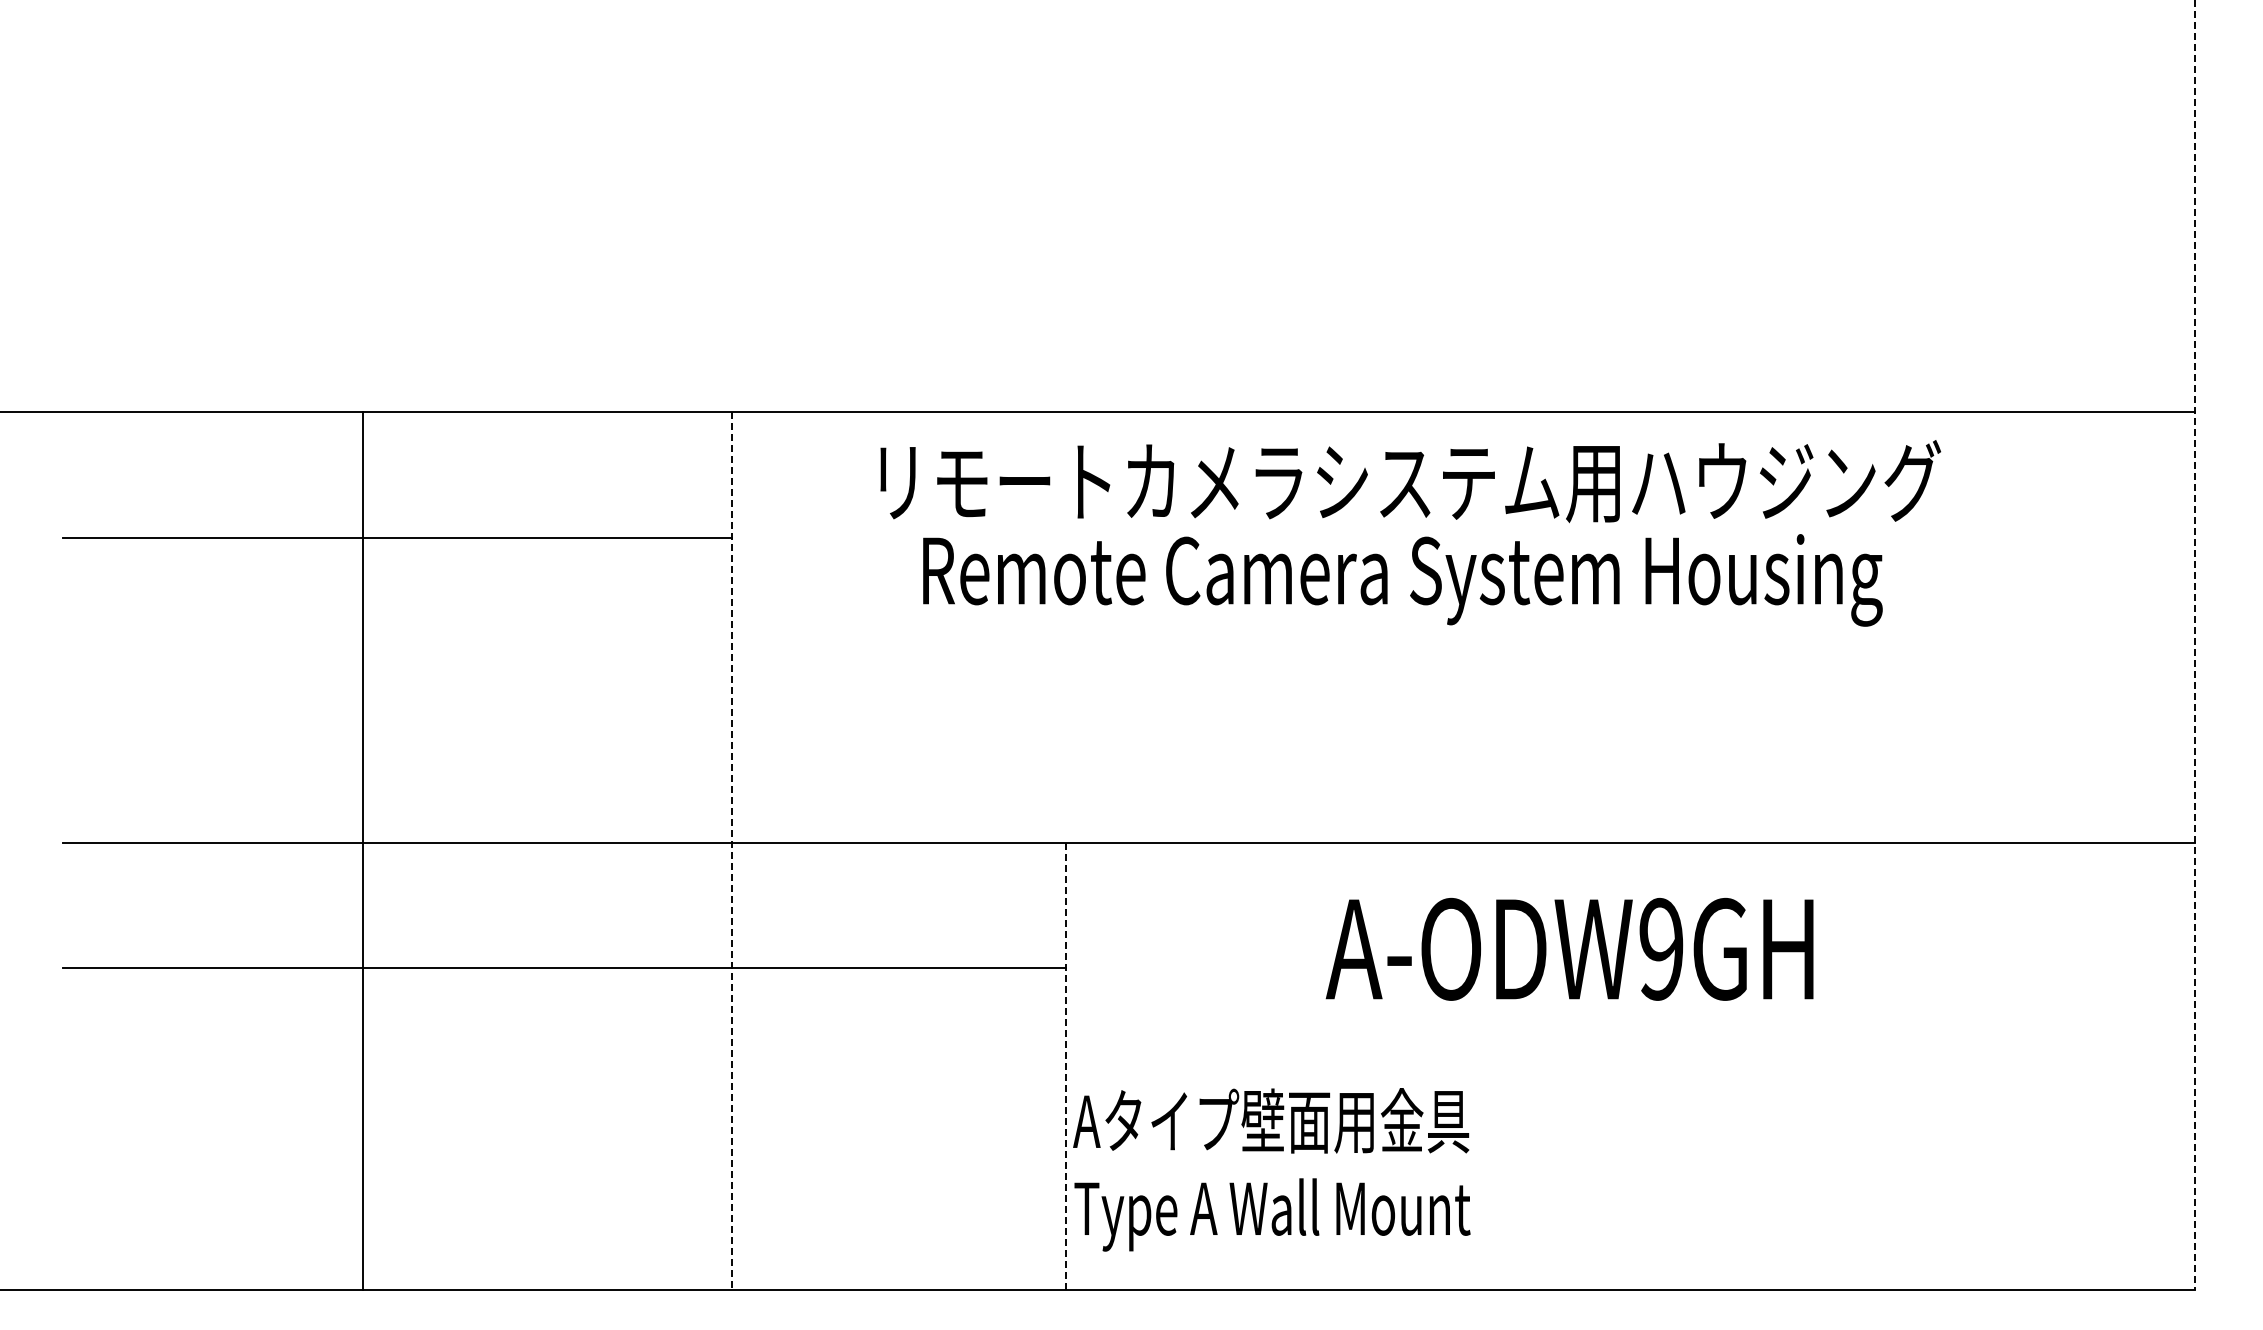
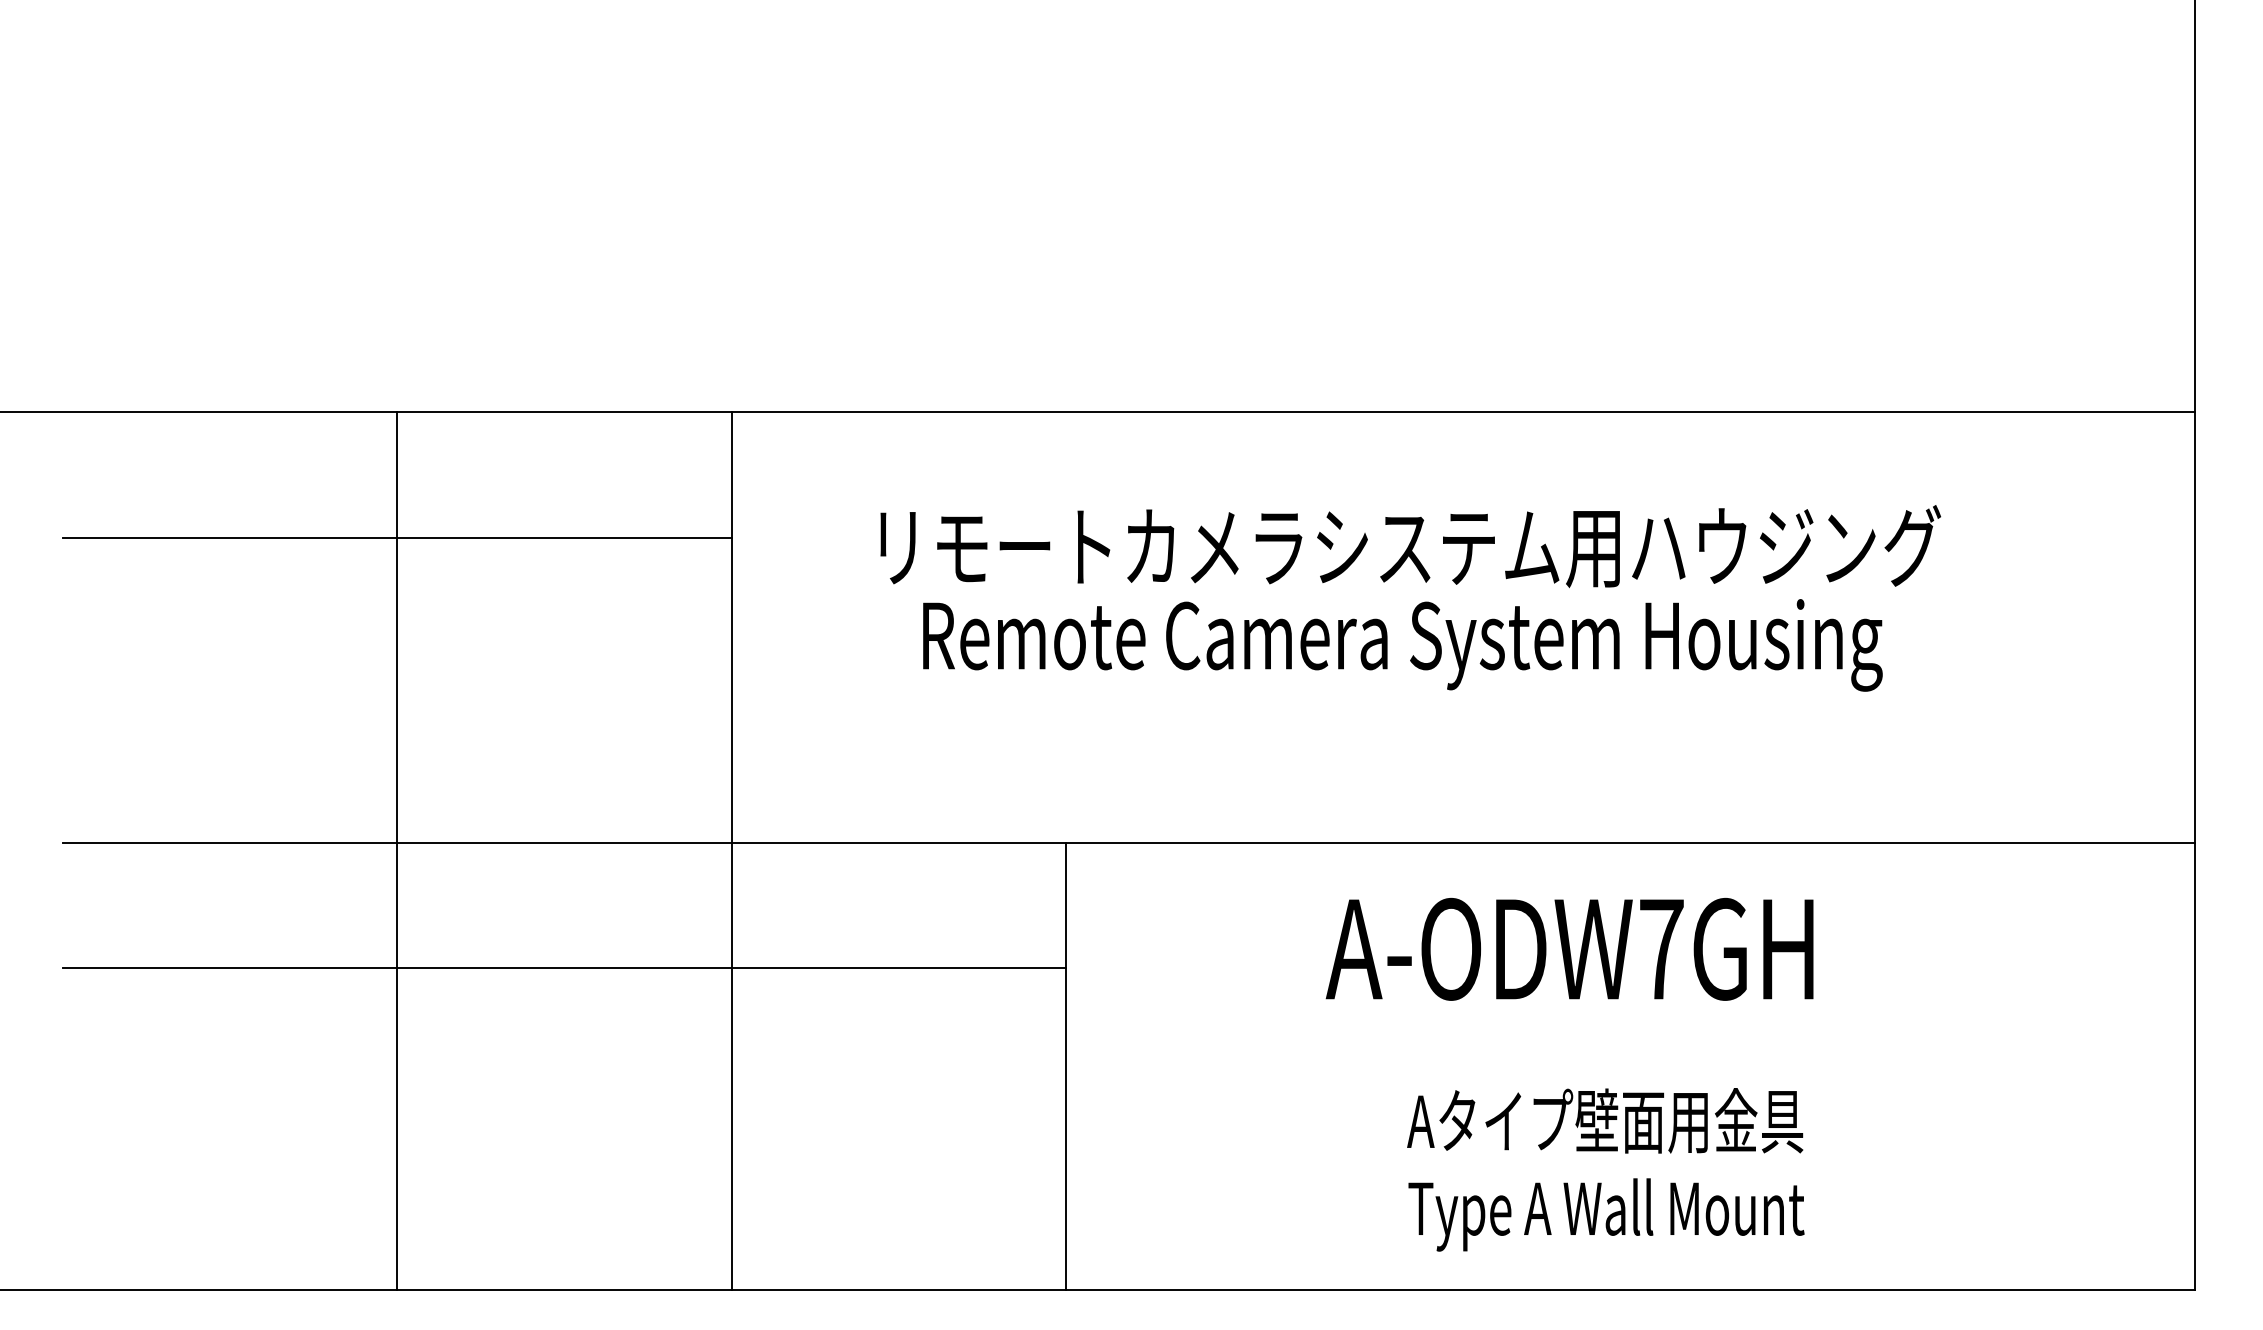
text at (1410, 533) position: (1410, 533) -> (1410, 598)
line at (2195, 645): dashed -> solid
line at (363, 851) position: (363, 851) -> (397, 851)
line at (731, 851): dashed -> solid
text at (1661, 948): A-ODW9GH -> A-ODW7GH
line at (1066, 1066): dashed -> solid
text at (1271, 1169) position: (1271, 1169) -> (1605, 1169)
